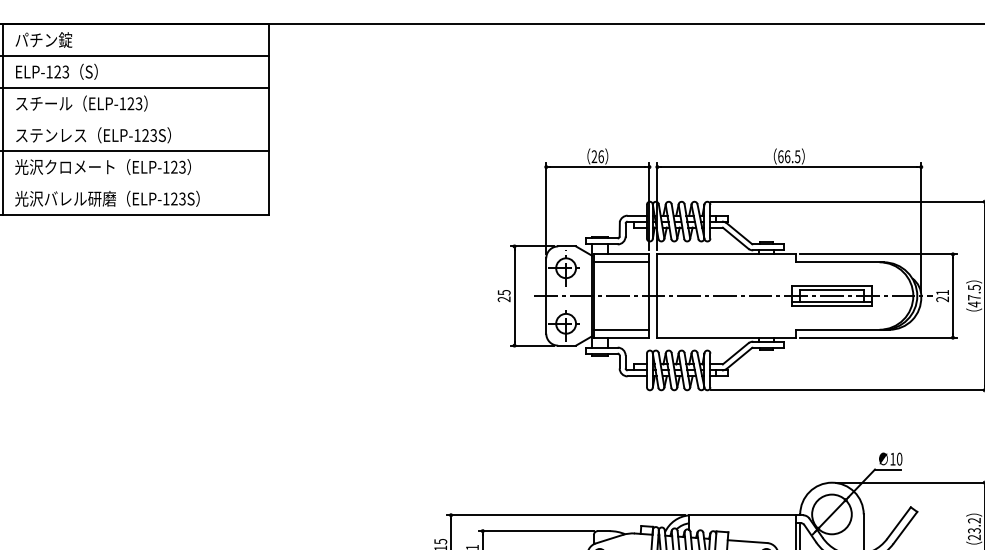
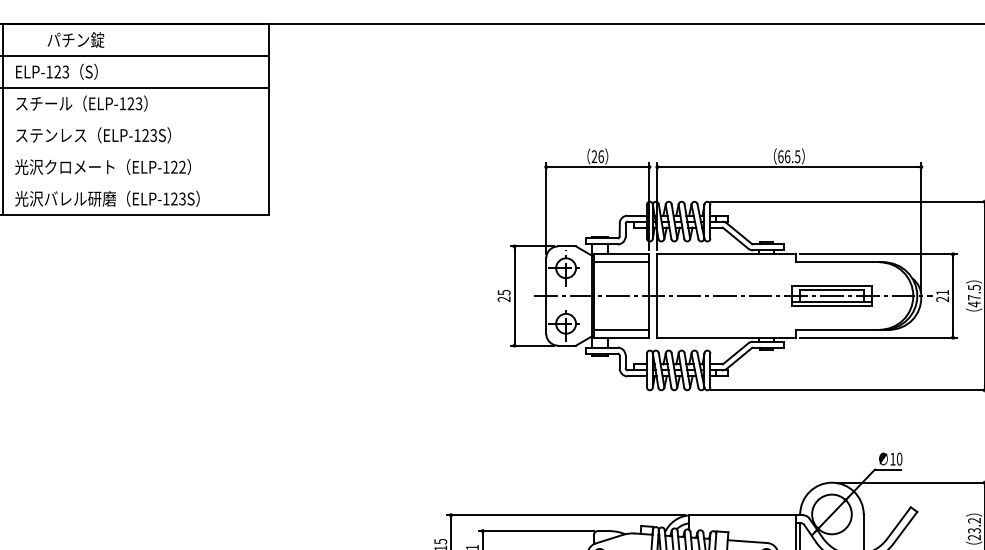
text at (43, 39) position: (43, 39) -> (75, 39)
line at (135, 151): present -> none
text at (182, 167): ELP-123 -> ELP-122
